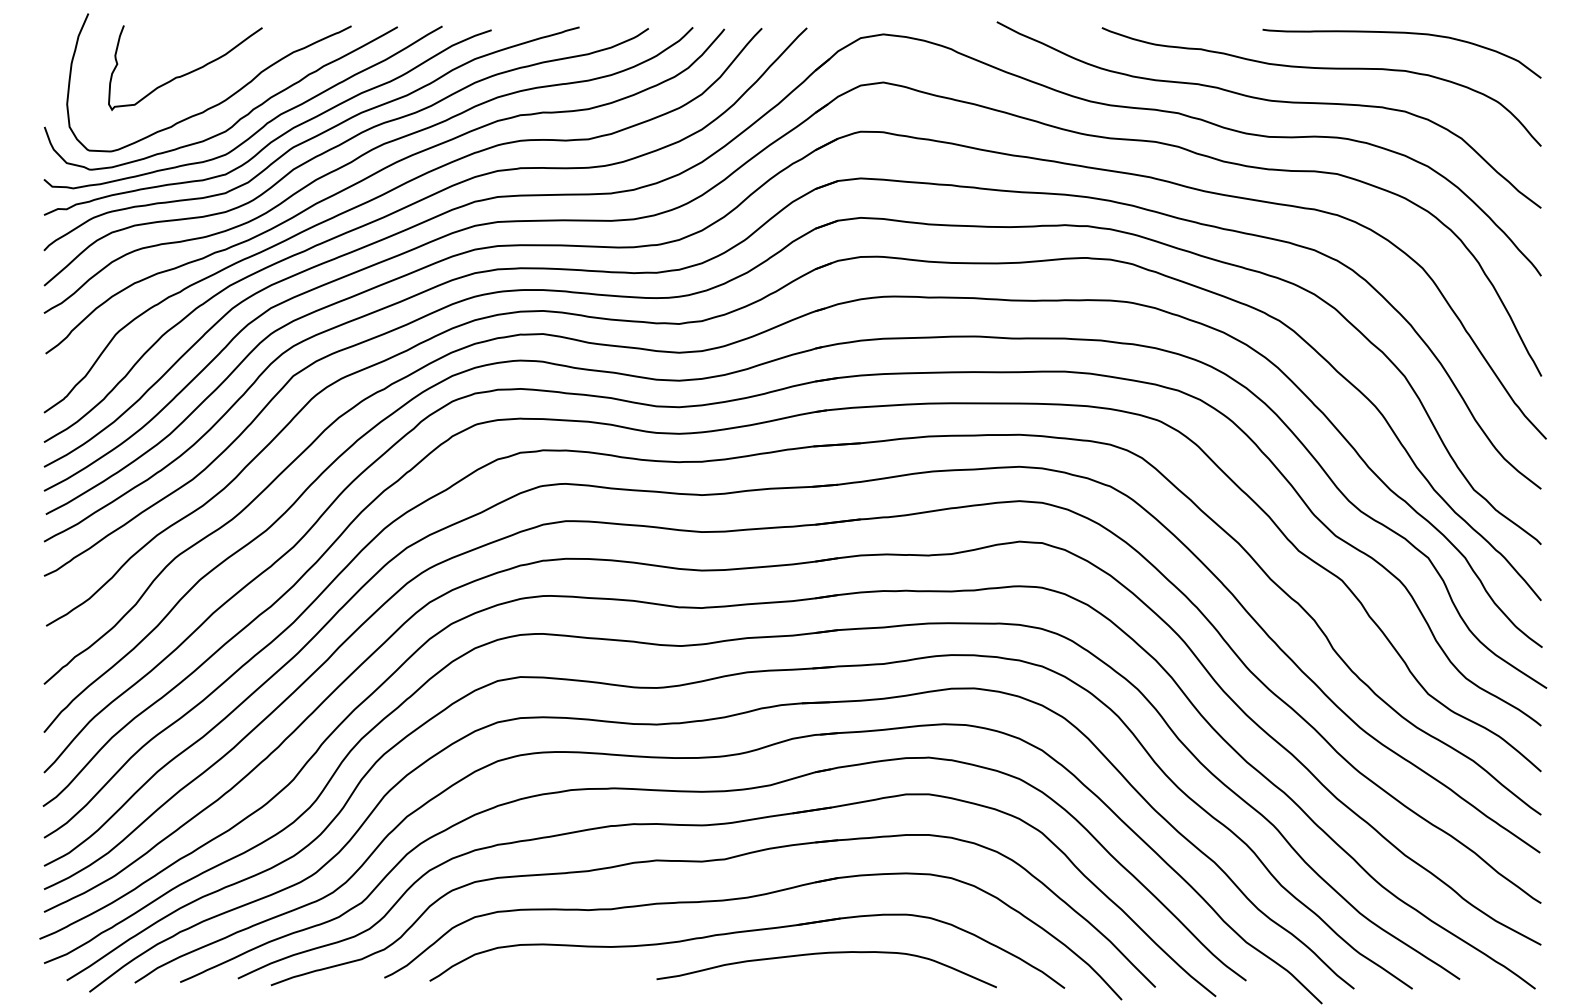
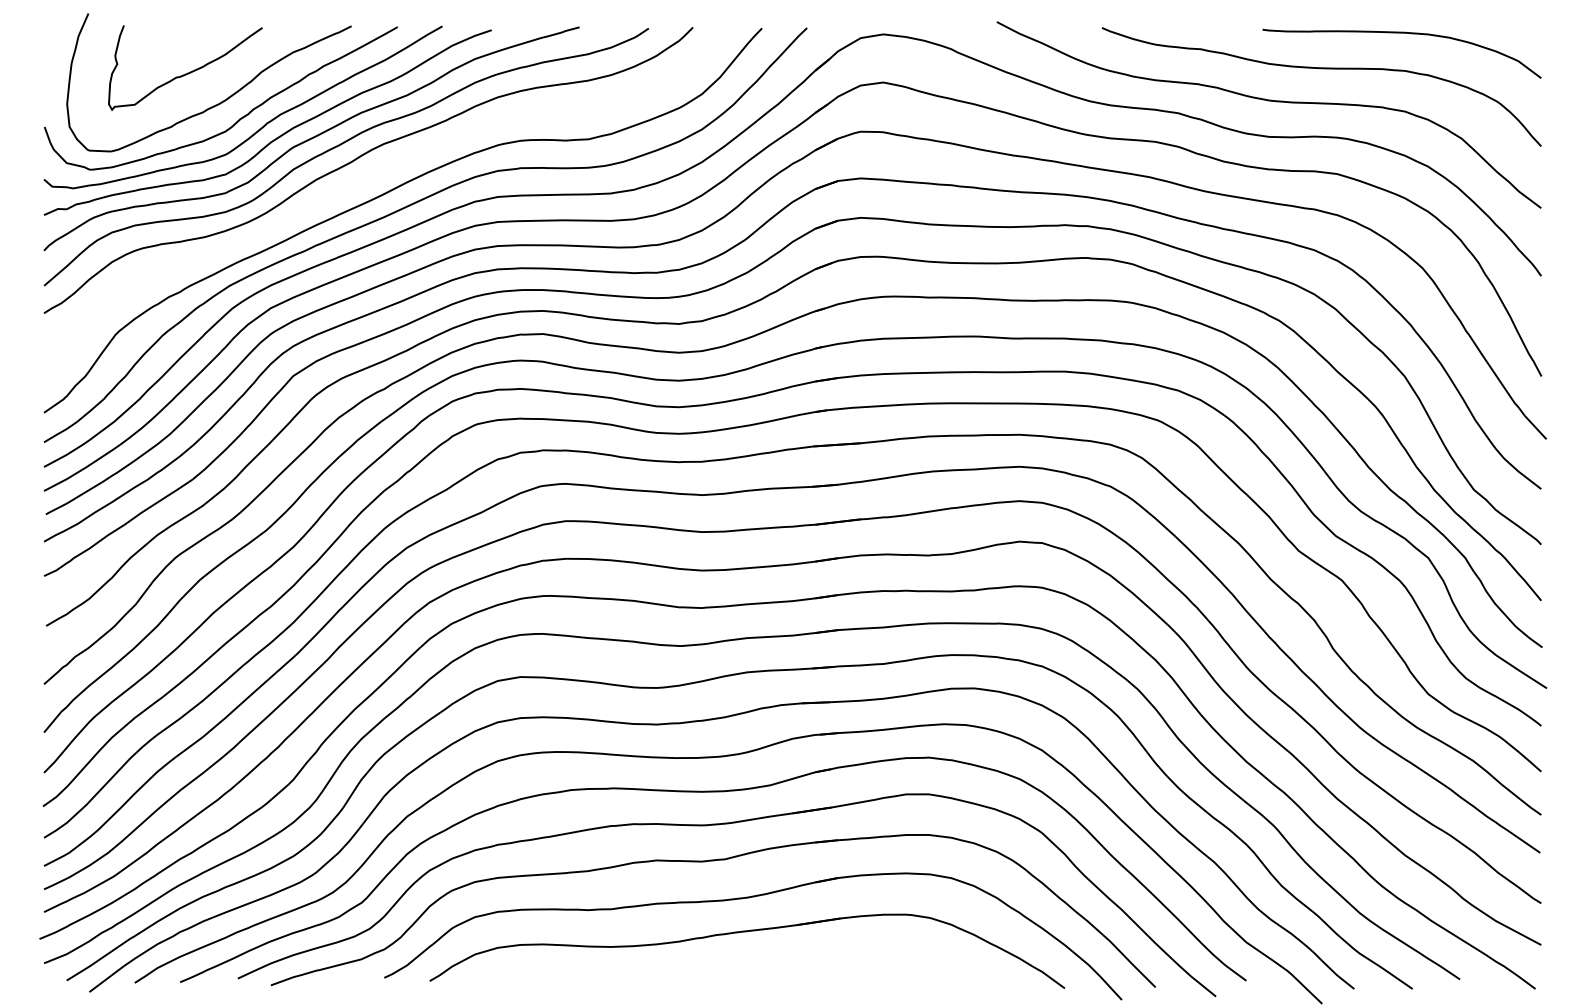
curve at (377, 173): present -> none
curve at (822, 954): present -> none
